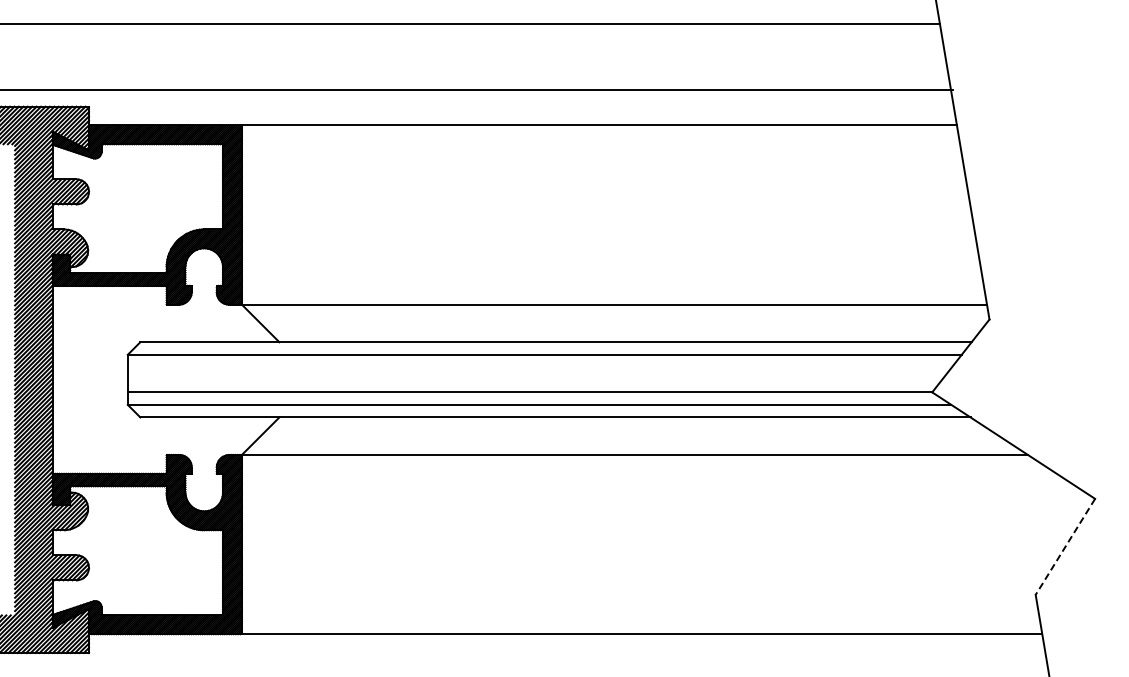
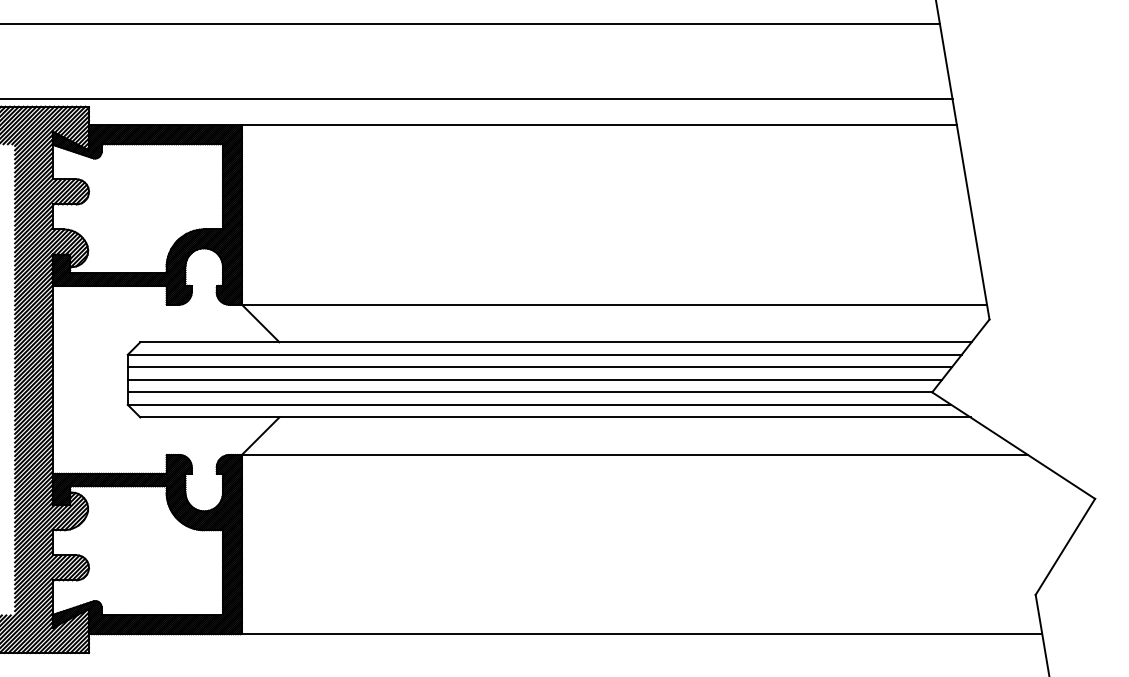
line at (477, 90) position: (477, 90) -> (477, 99)
line at (539, 367): none -> present
line at (534, 379): none -> present
line at (1065, 547): dashed -> solid
